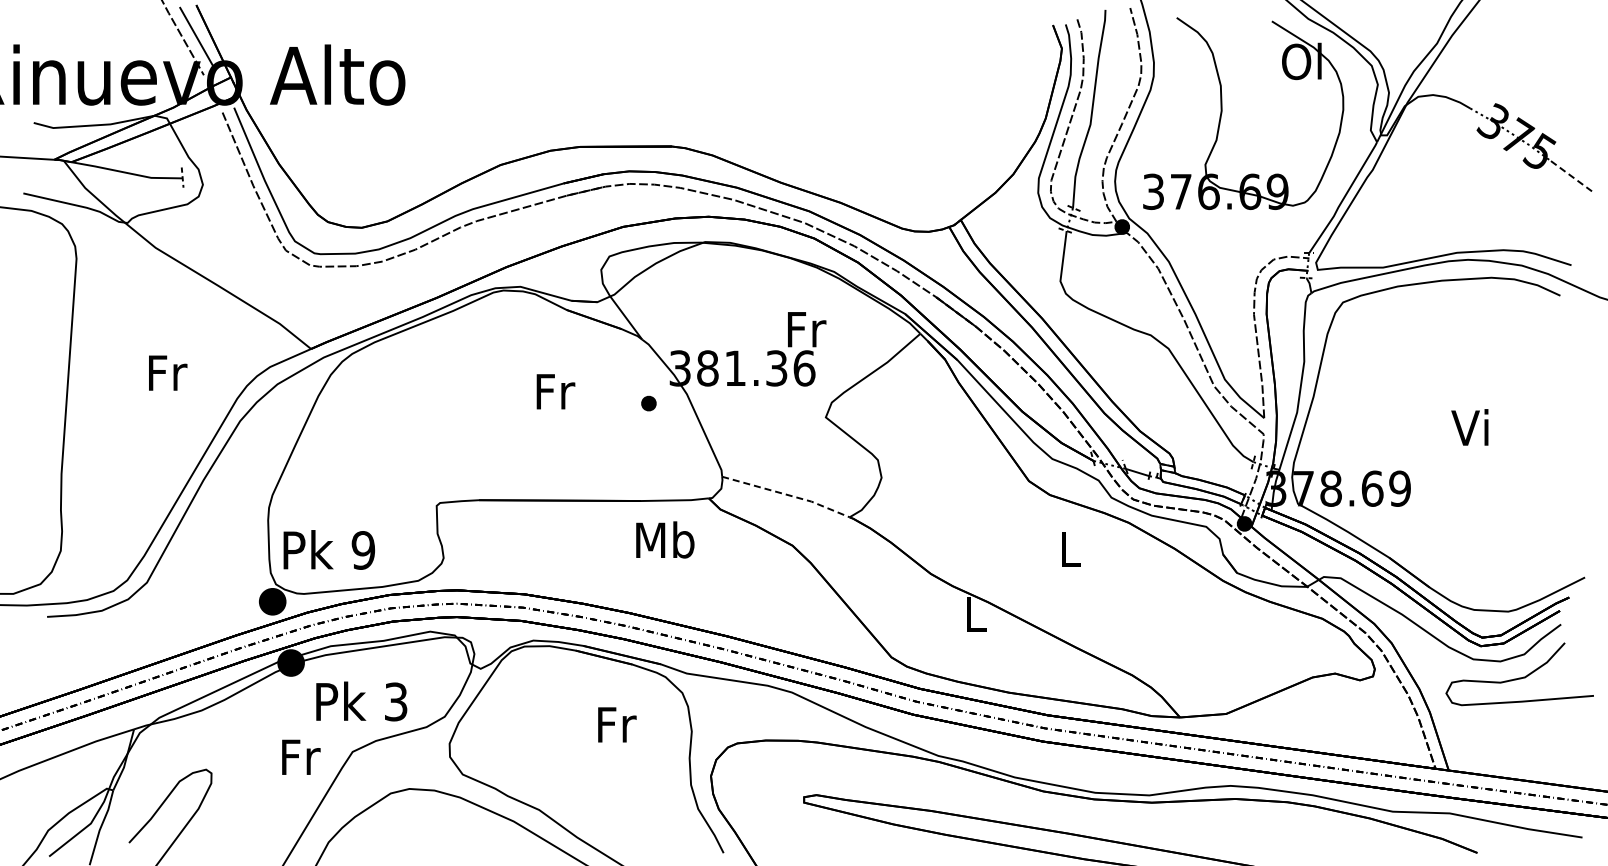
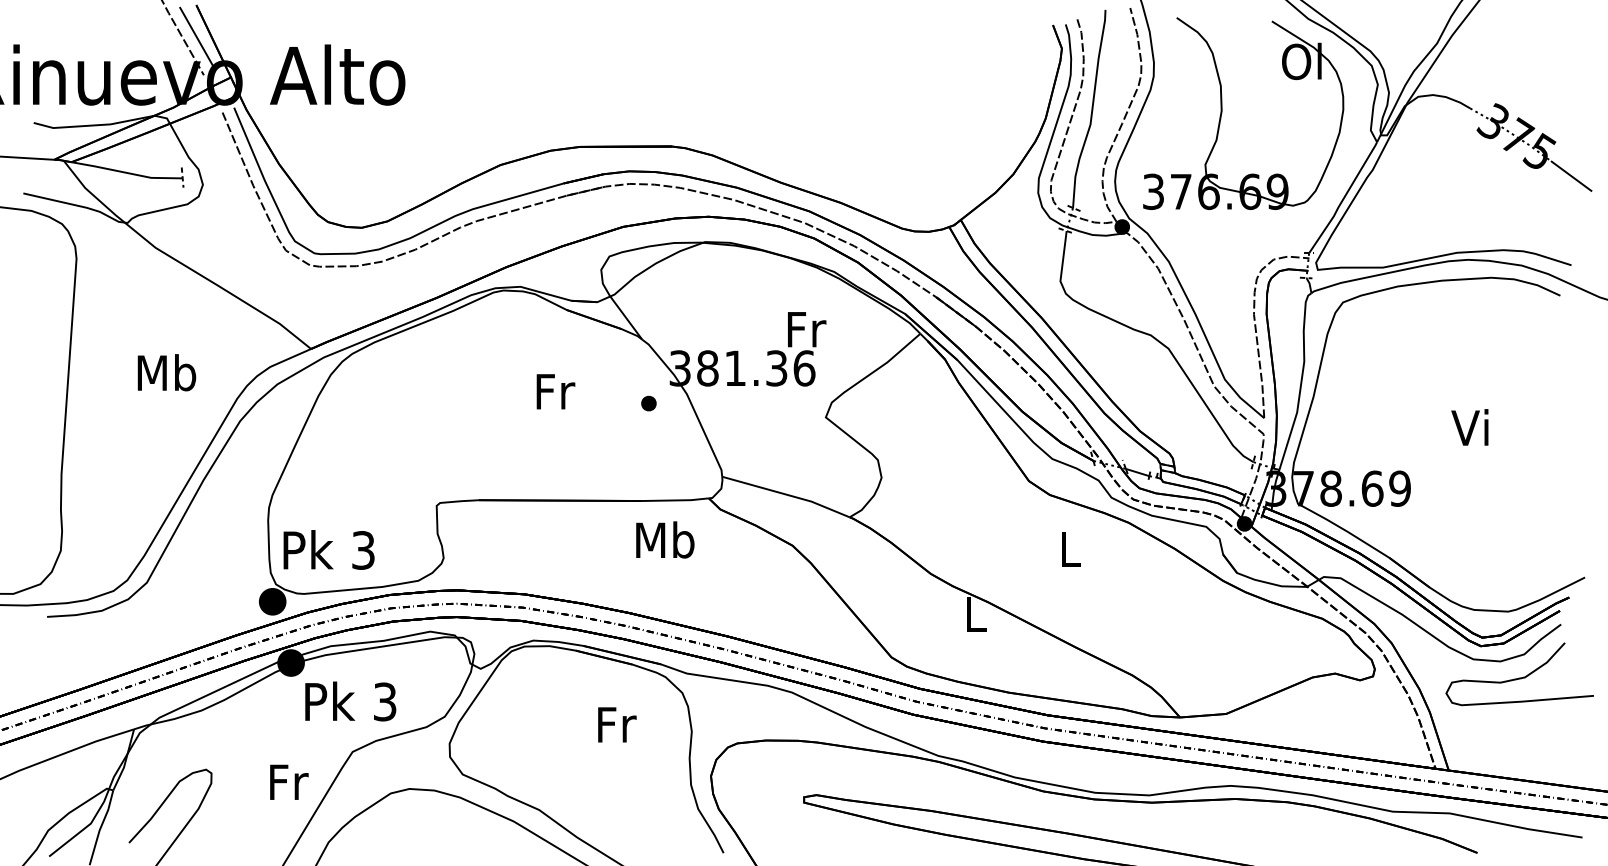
line at (1571, 176): dashed -> solid
text at (166, 372): Fr -> Mb
line at (787, 494): dashed -> solid
text at (363, 550): 9 -> 3
text at (361, 701) position: (361, 701) -> (350, 701)
text at (301, 756) position: (301, 756) -> (289, 781)
